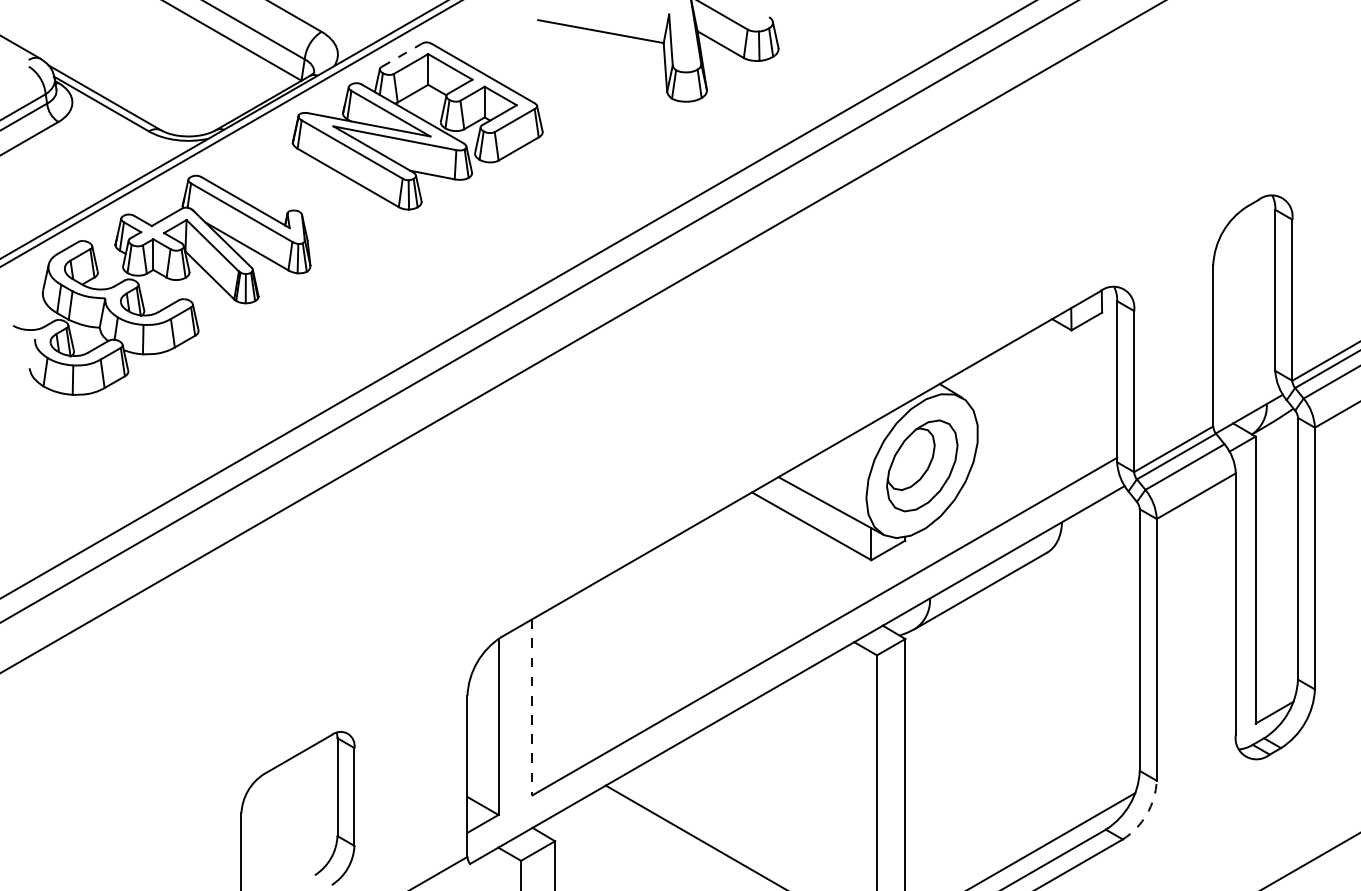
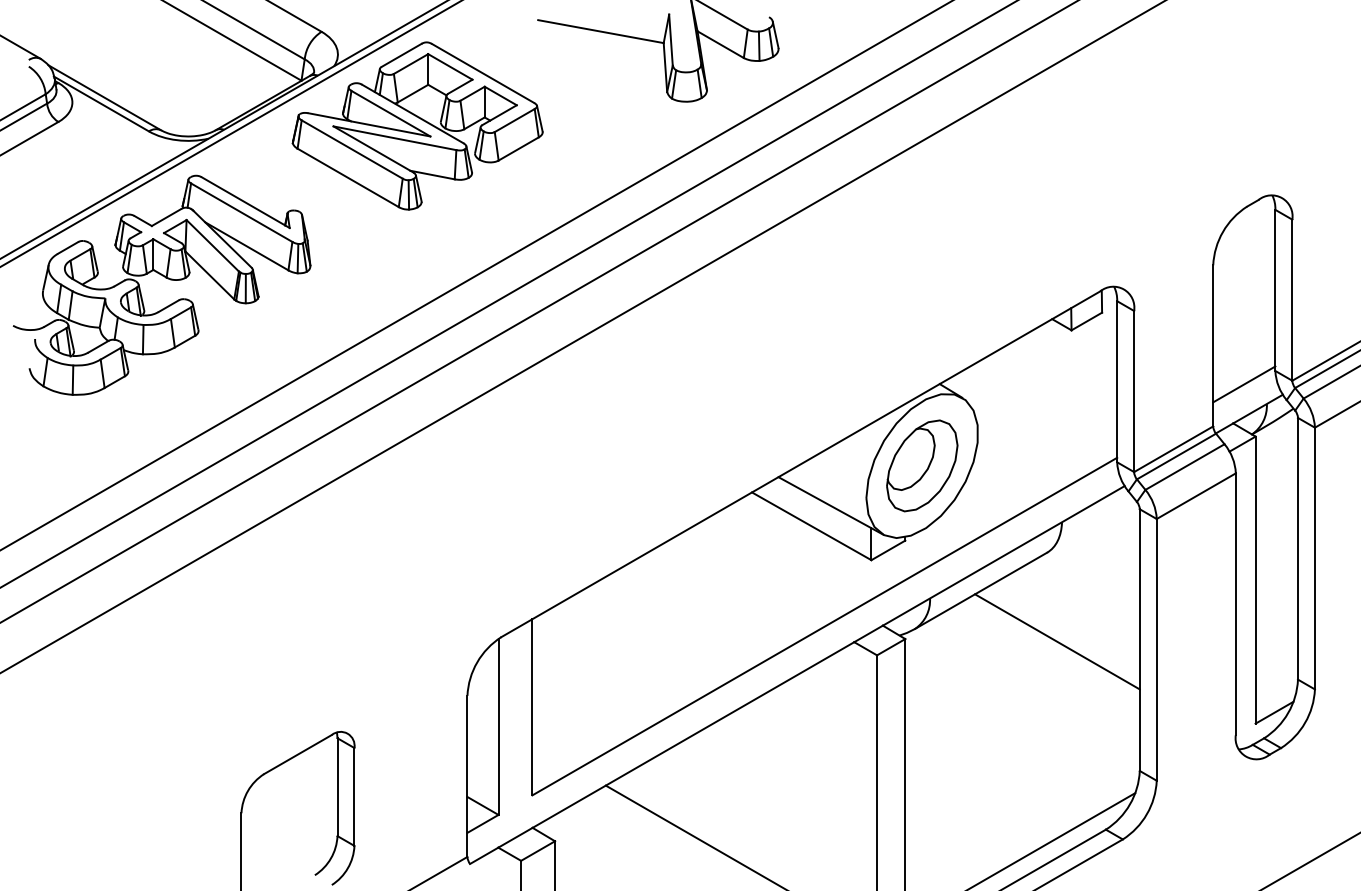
line at (402, 55): dashed -> solid
line at (475, 275): none -> present
line at (517, 299) position: (517, 299) -> (508, 294)
line at (1244, 384): none -> present
line at (1057, 641): none -> present
line at (532, 707): dashed -> solid
arc at (1146, 814): dashed -> solid
